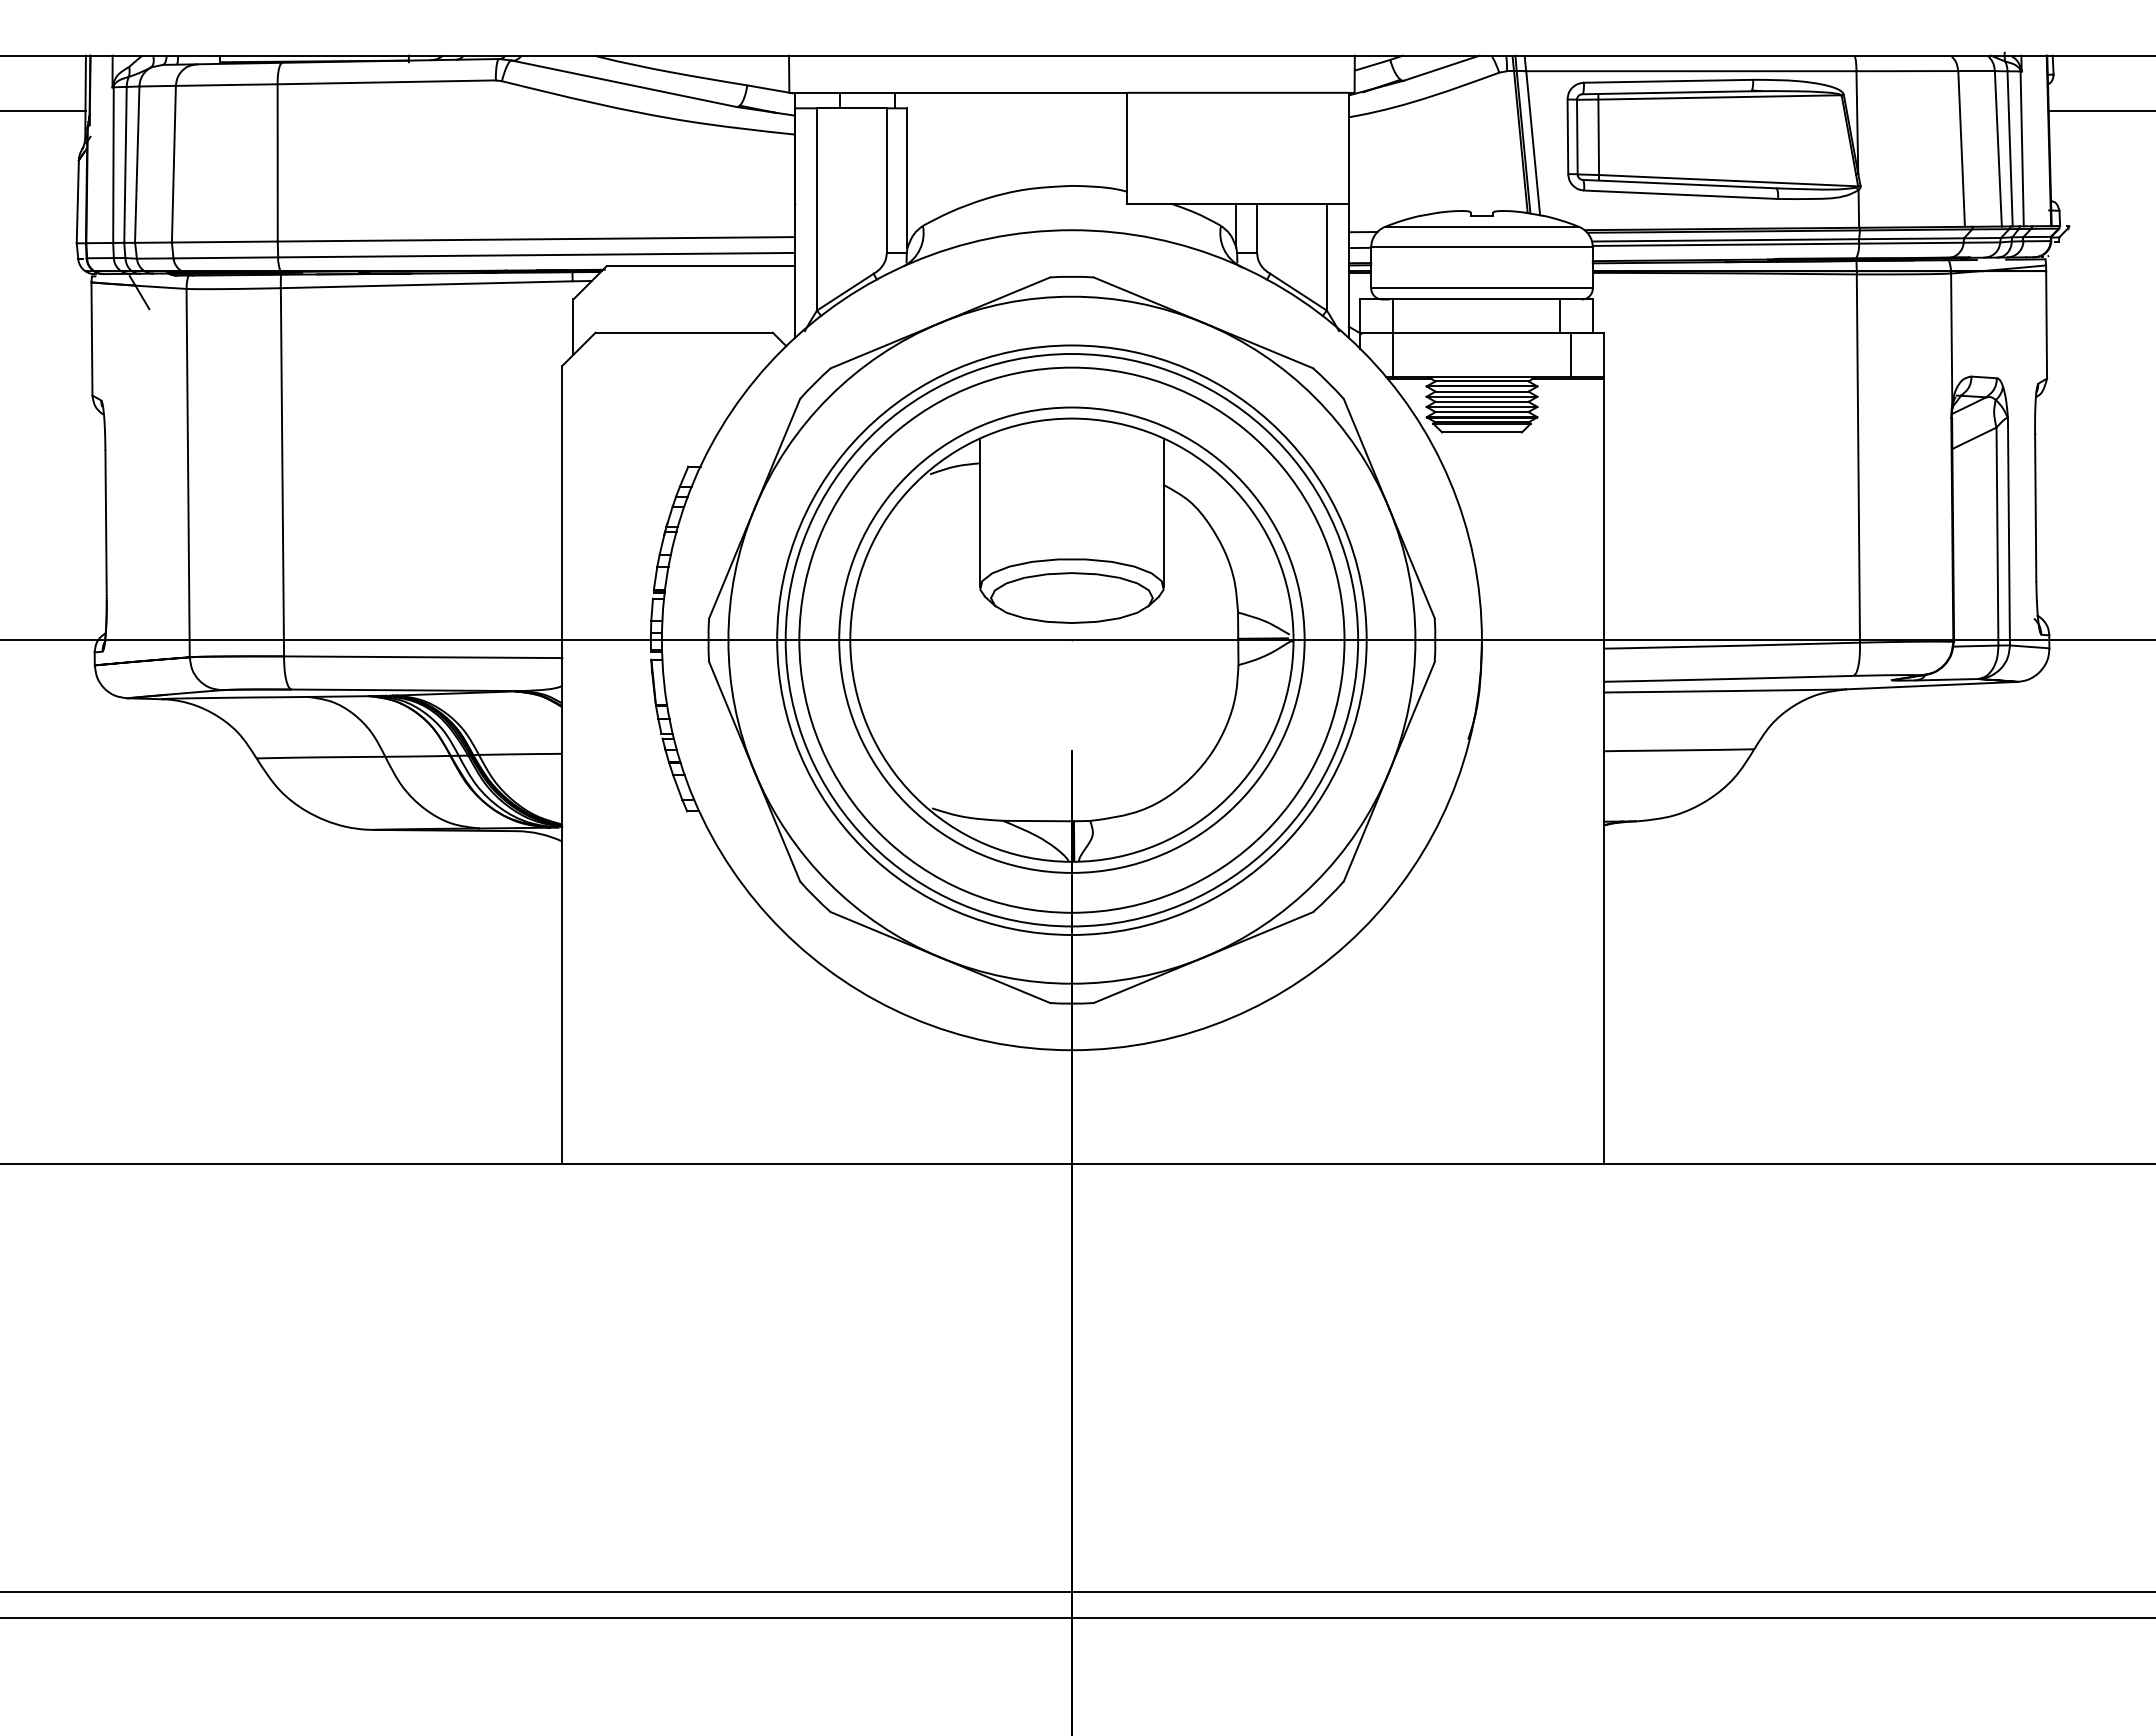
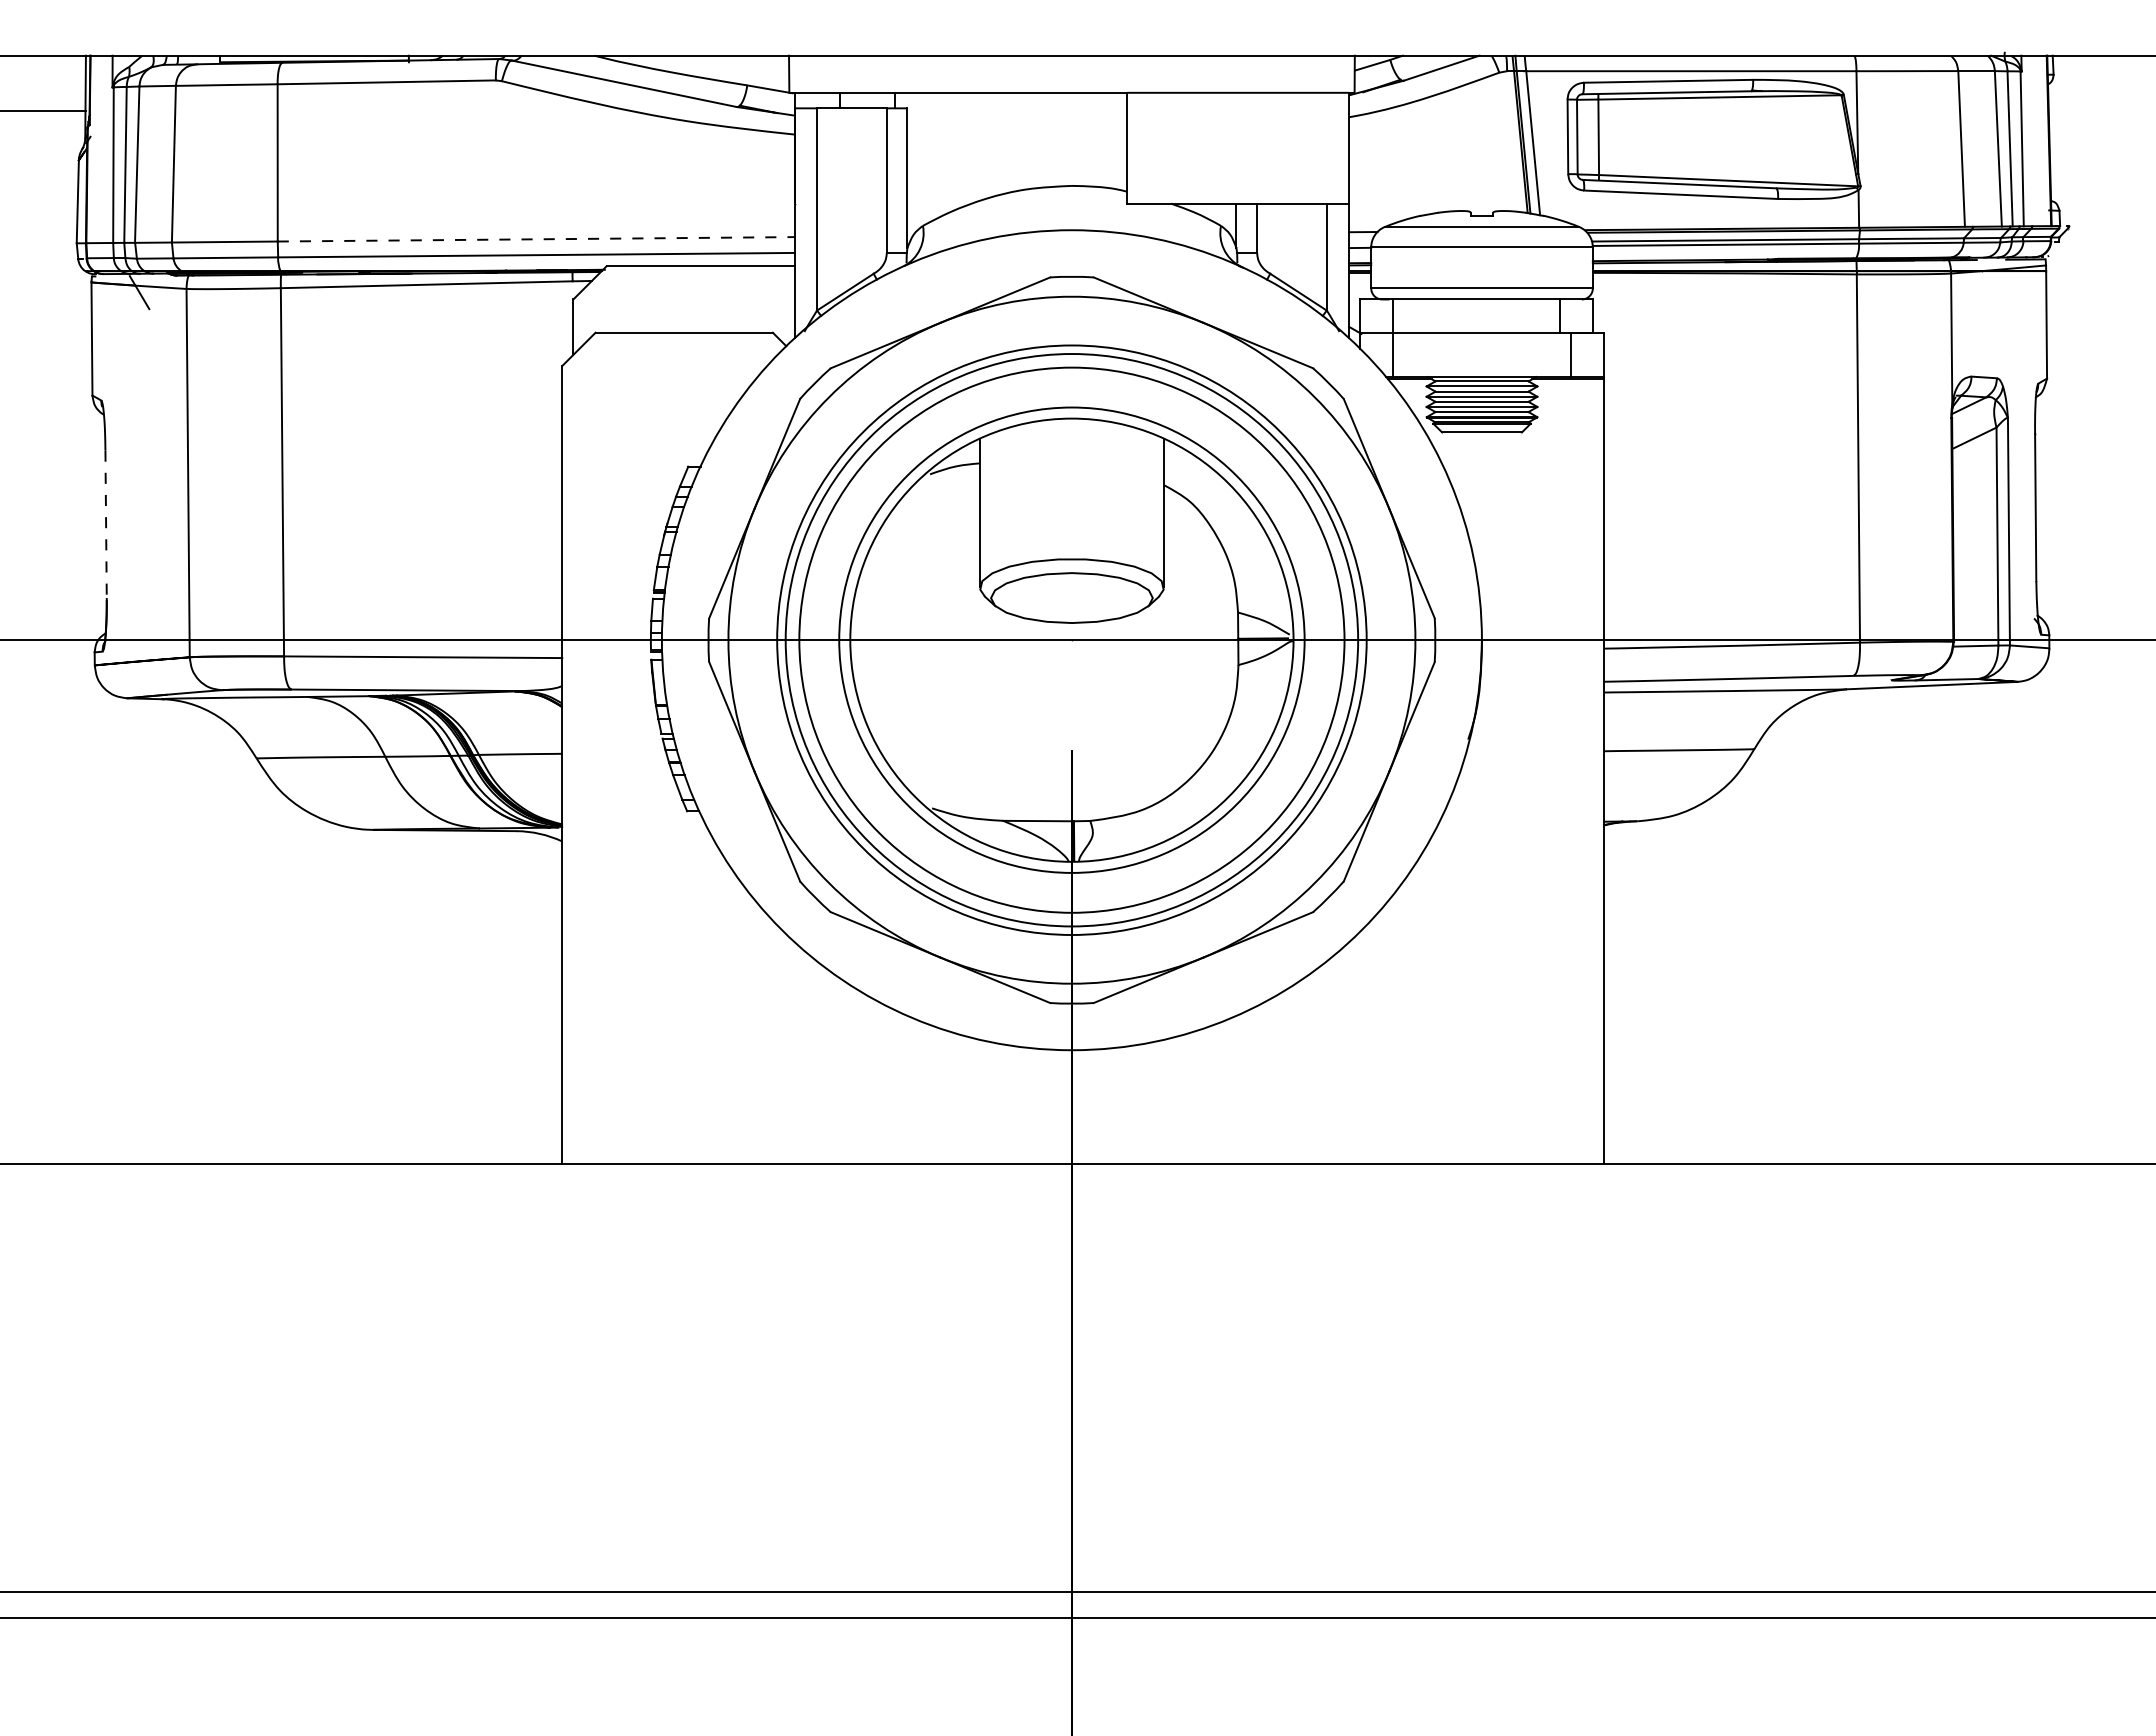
line at (2100, 111): present -> none
line at (536, 239): solid -> dashed
line at (106, 524): solid -> dashed
